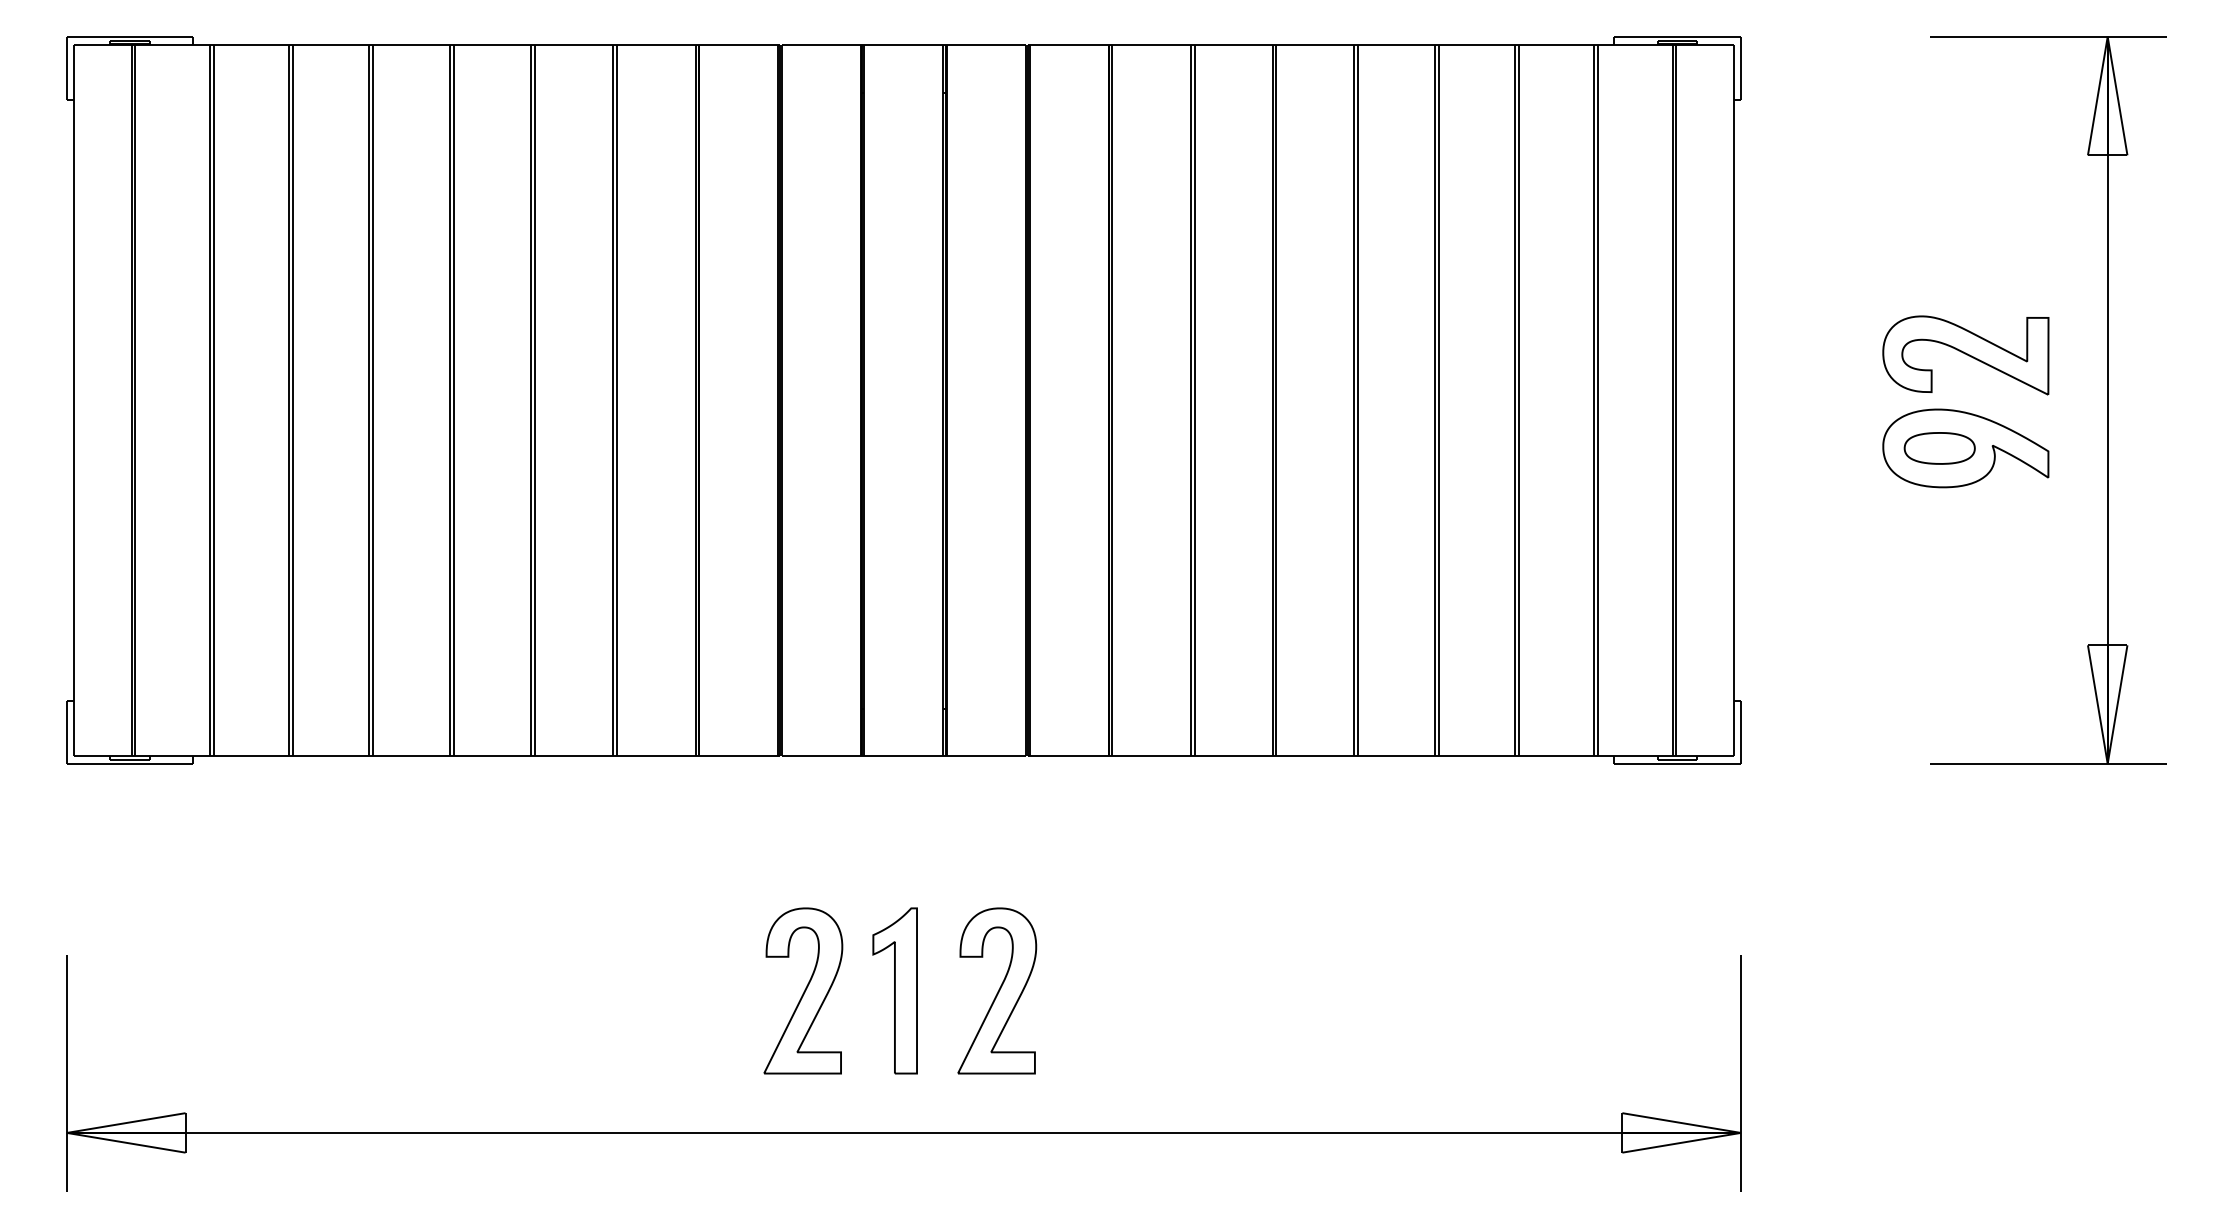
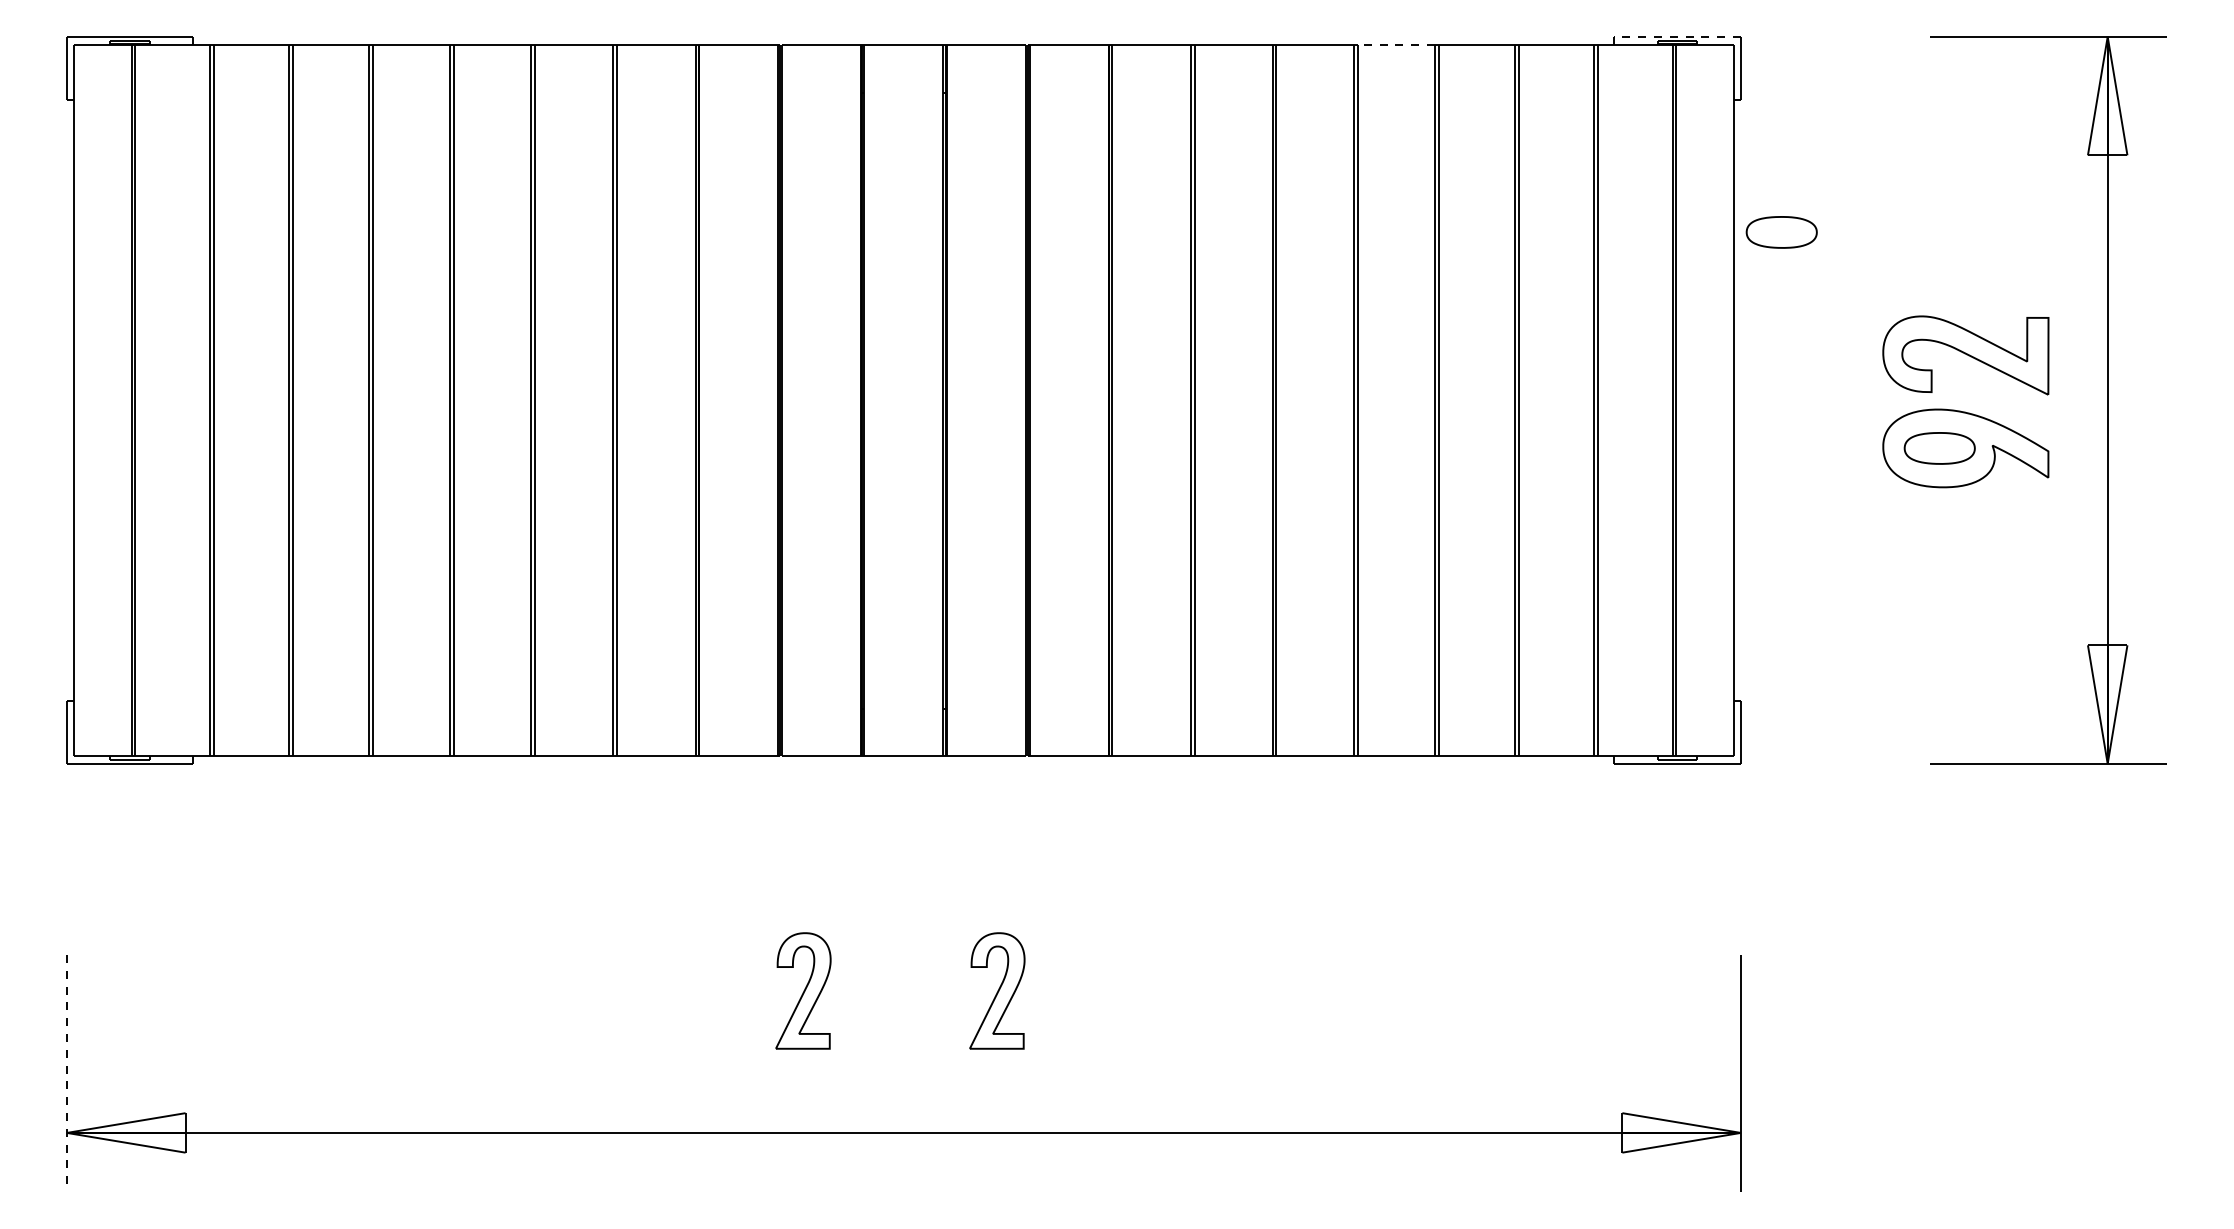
line at (1677, 36): solid -> dashed
line at (1396, 45): solid -> dashed
part at (1781, 232): none -> present
part at (803, 990) size: 81x168 px -> 57x118 px
part at (894, 990): present -> none
part at (997, 990) size: 81x168 px -> 57x118 px
line at (67, 1073): solid -> dashed
